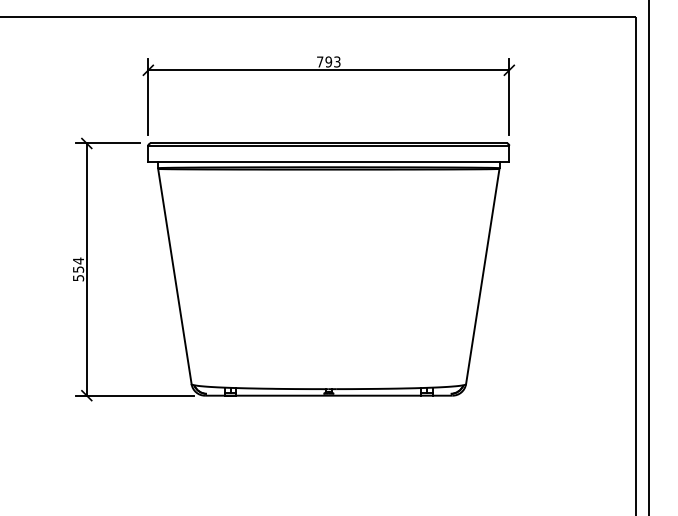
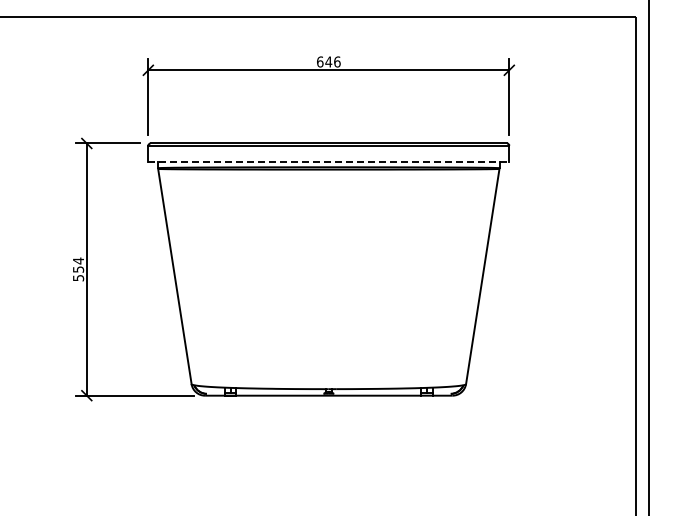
text at (328, 61): 793 -> 646
line at (329, 161): solid -> dashed
